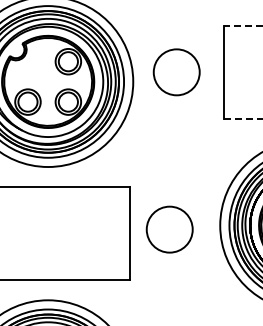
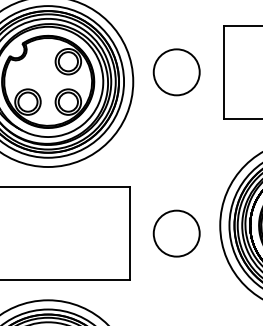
line at (242, 26): dashed -> solid
line at (243, 118): dashed -> solid
circle at (169, 229) position: (169, 229) -> (176, 233)
